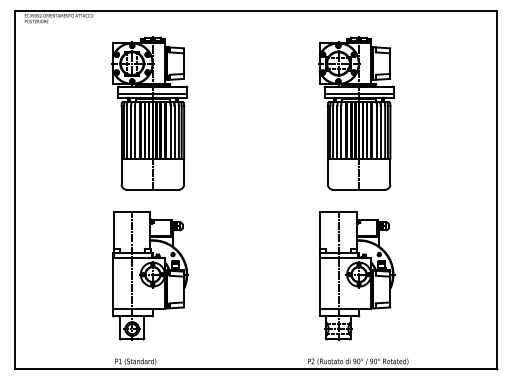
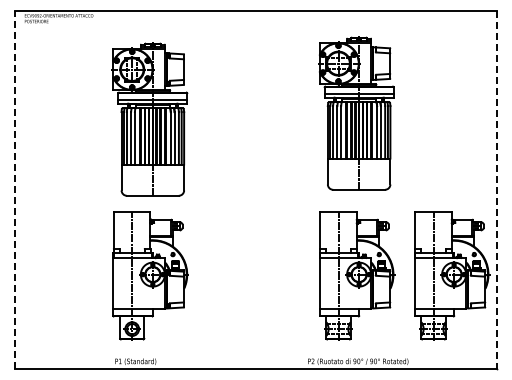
part at (149, 113) position: (149, 113) -> (149, 119)
line at (15, 189): solid -> dashed
line at (496, 189): solid -> dashed
part at (452, 275): none -> present
